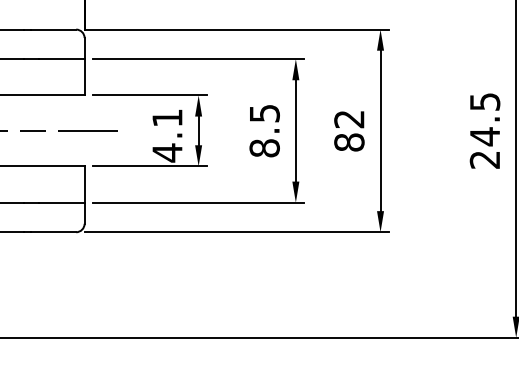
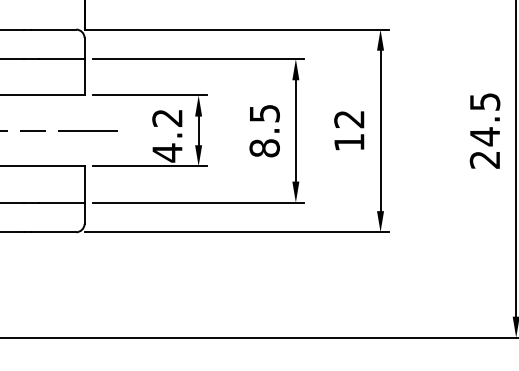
text at (167, 117): 4.1 -> 4.2
text at (349, 142): 82 -> 12
